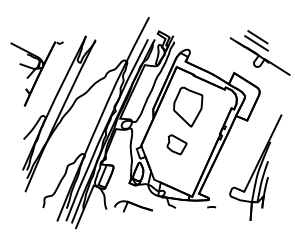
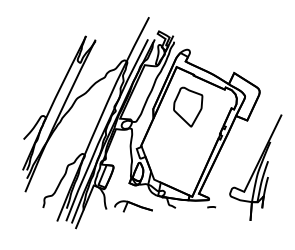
part at (259, 52): present -> none
part at (36, 73): present -> none
part at (176, 144): present -> none
